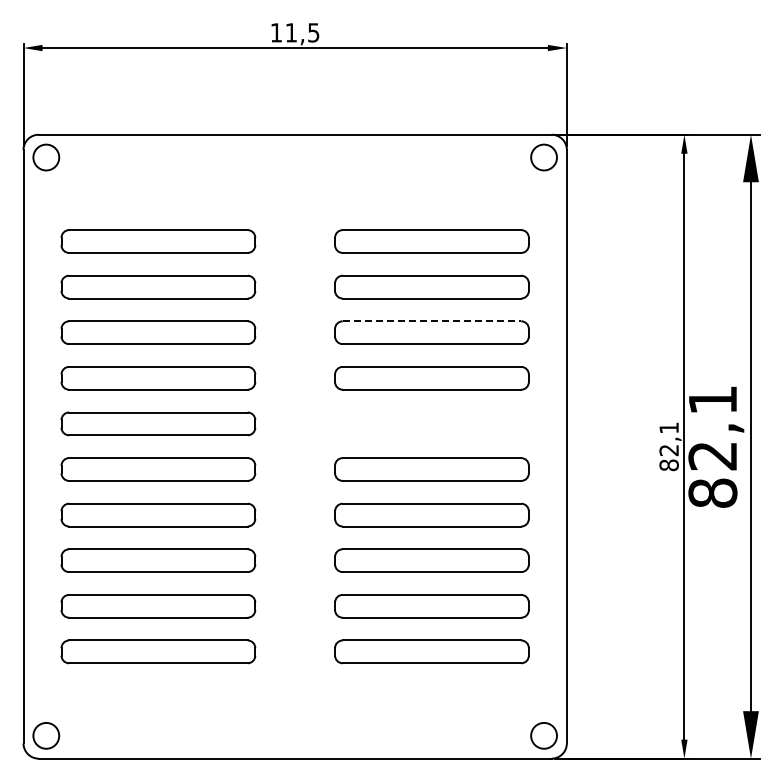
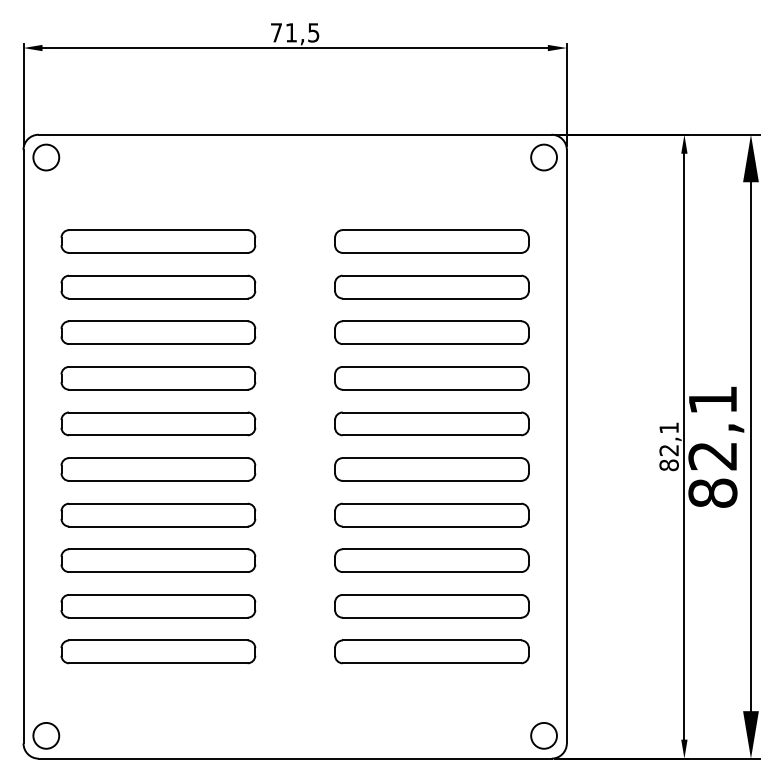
text at (276, 32): 11,5 -> 71,5
line at (432, 321): dashed -> solid
part at (431, 423): none -> present
